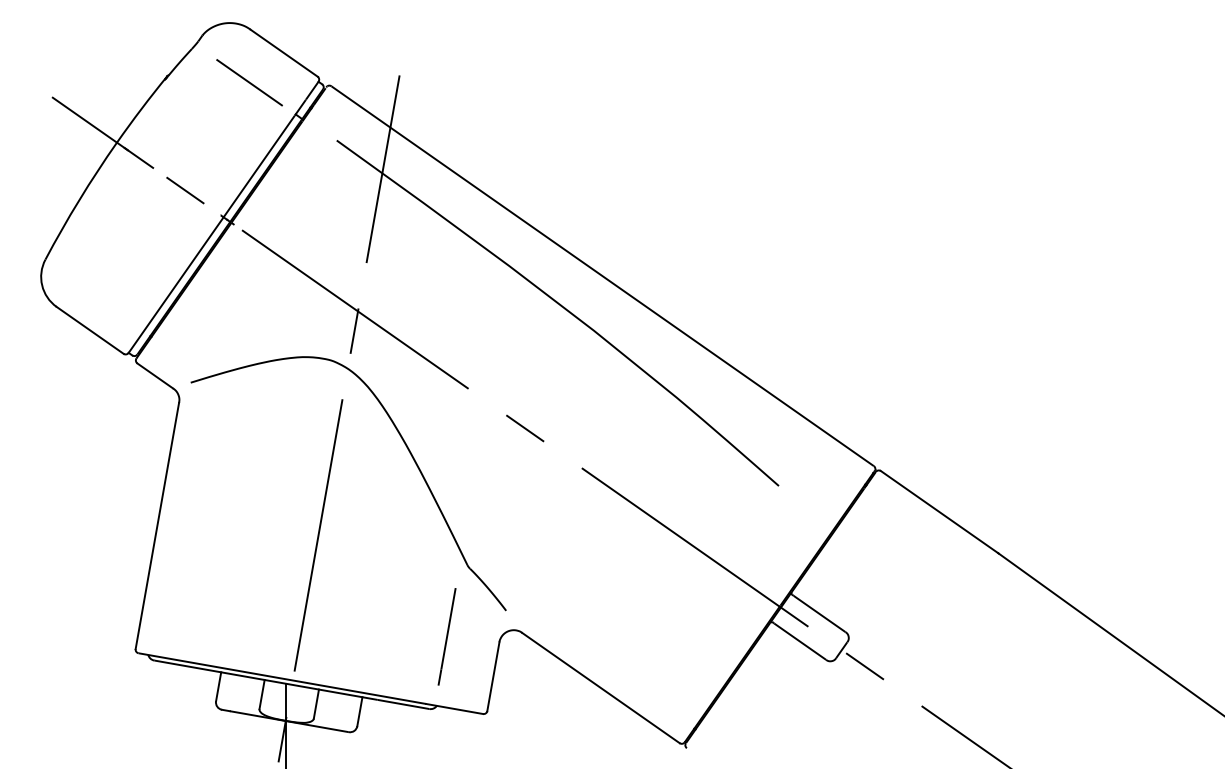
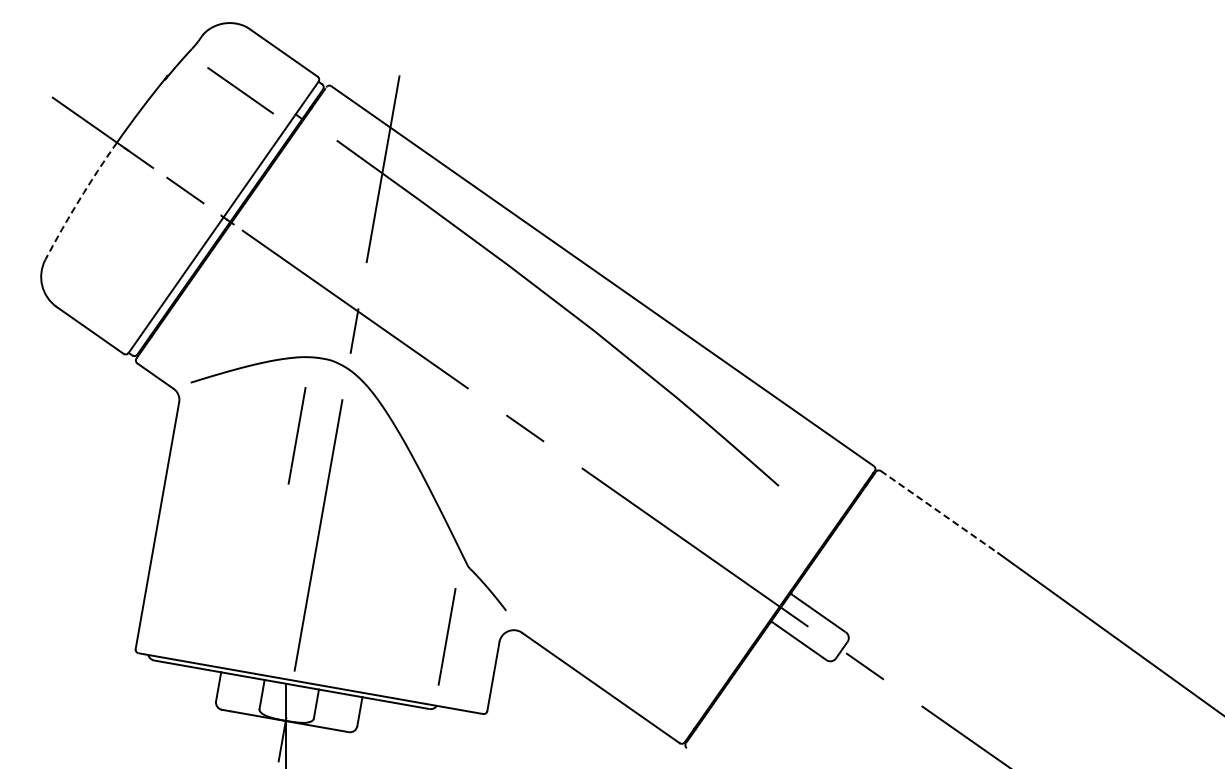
line at (249, 82) position: (249, 82) -> (240, 90)
arc at (79, 200): solid -> dashed
line at (296, 435): none -> present
line at (940, 512): solid -> dashed
